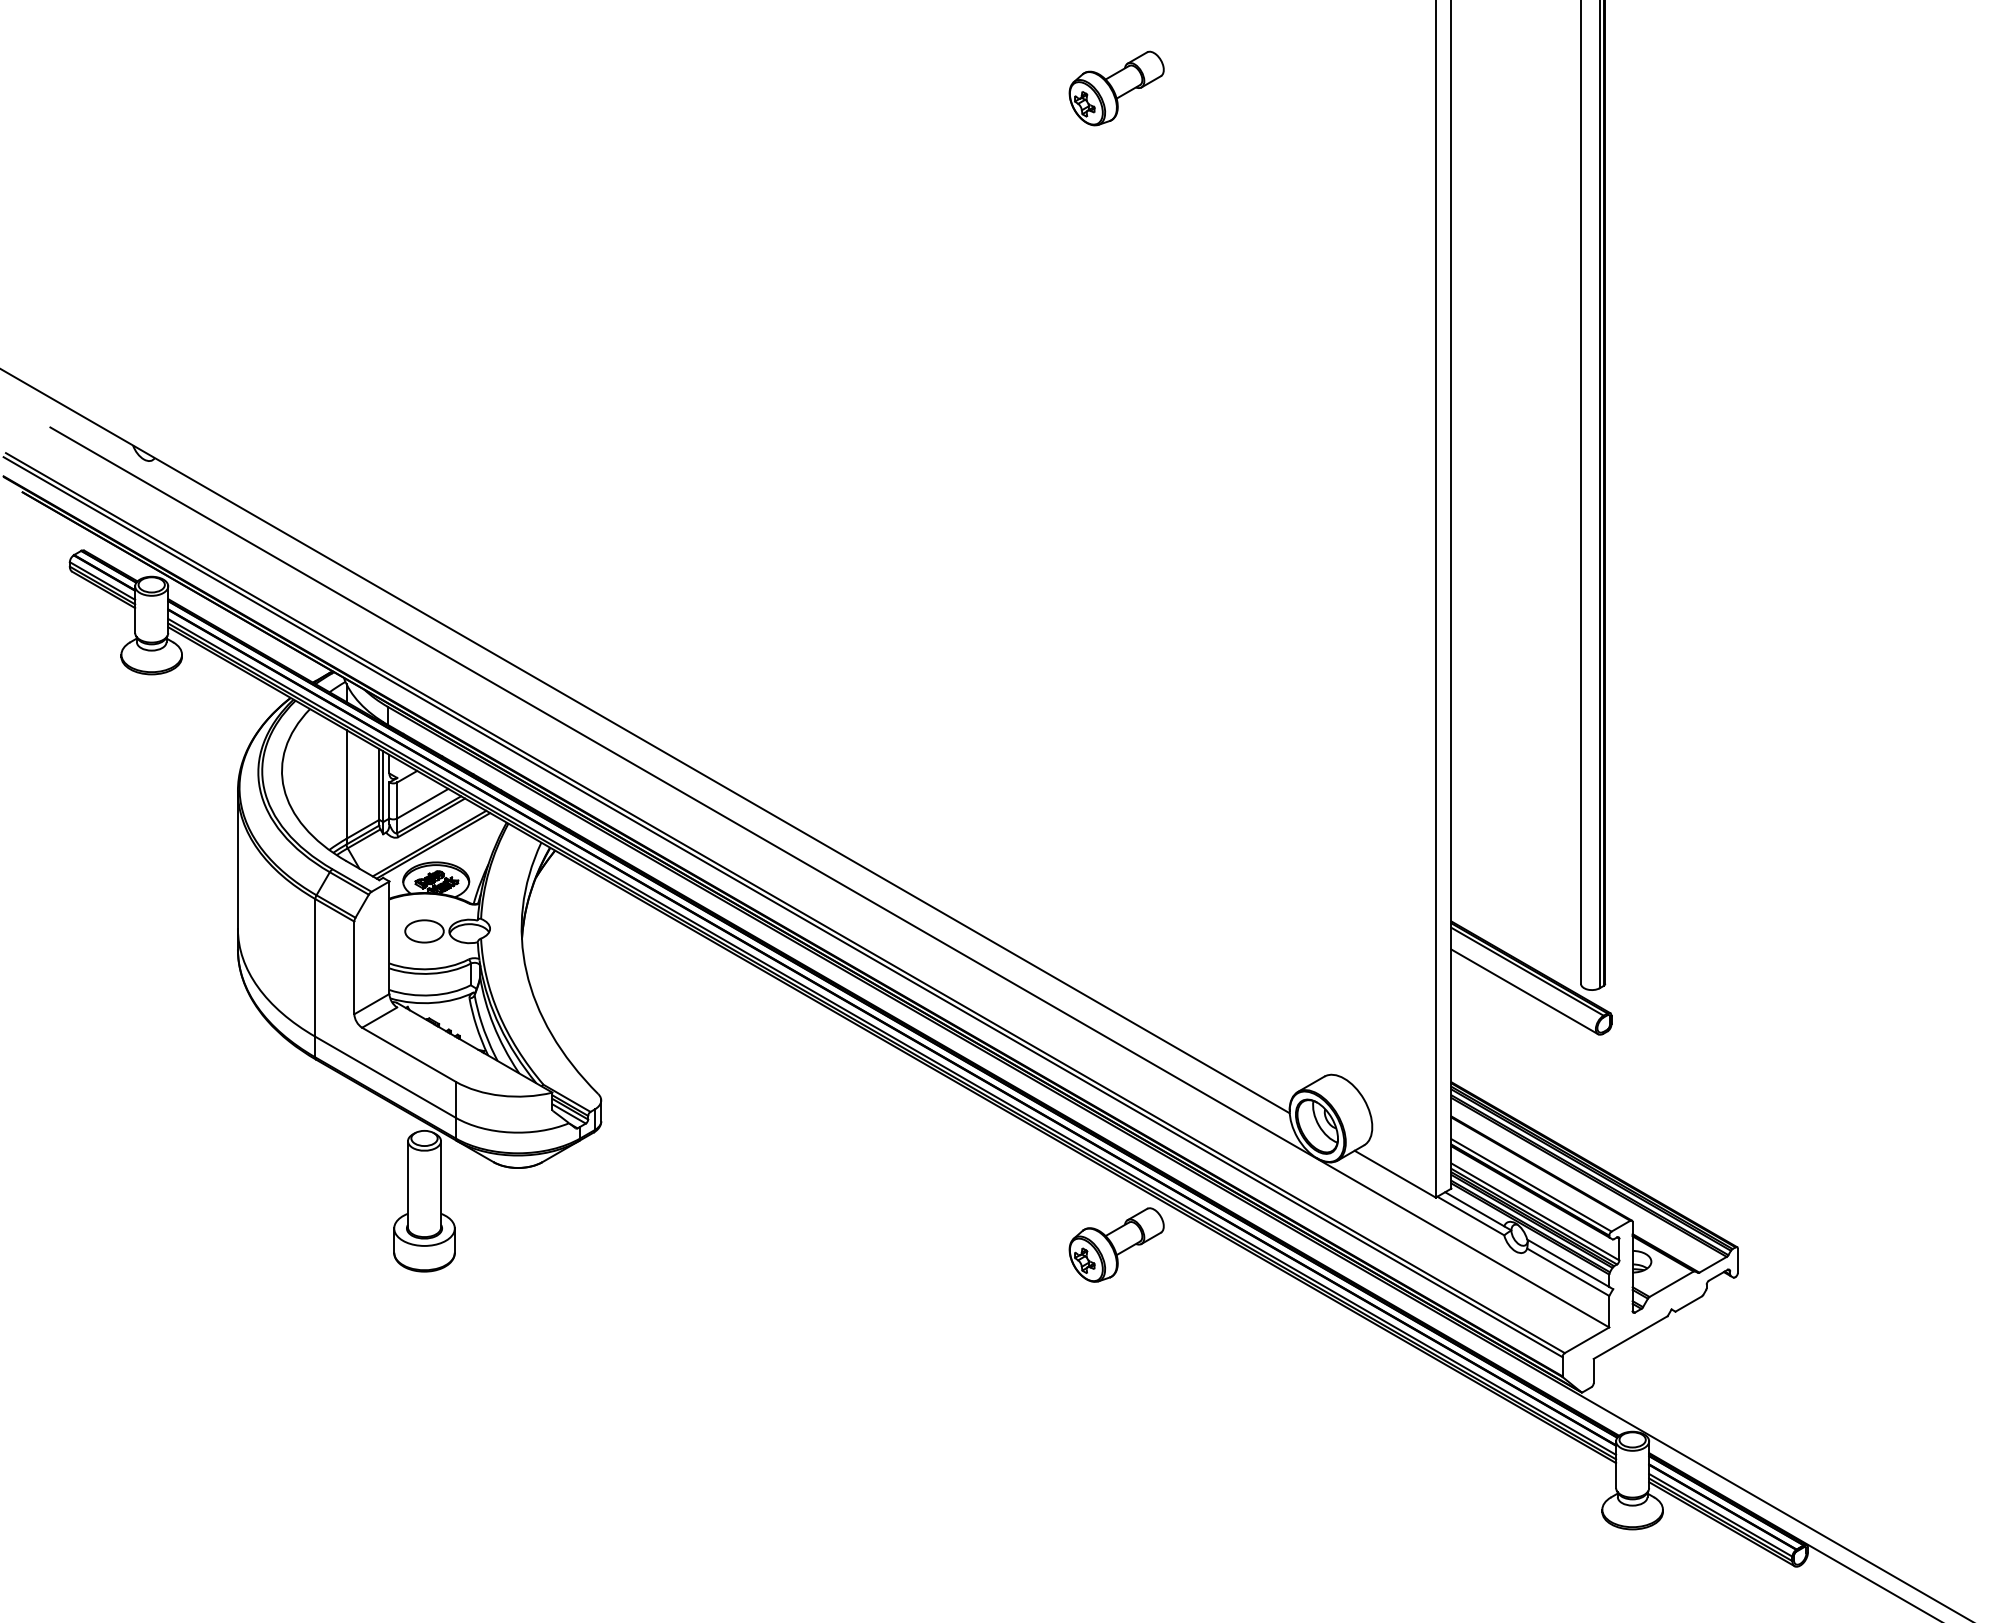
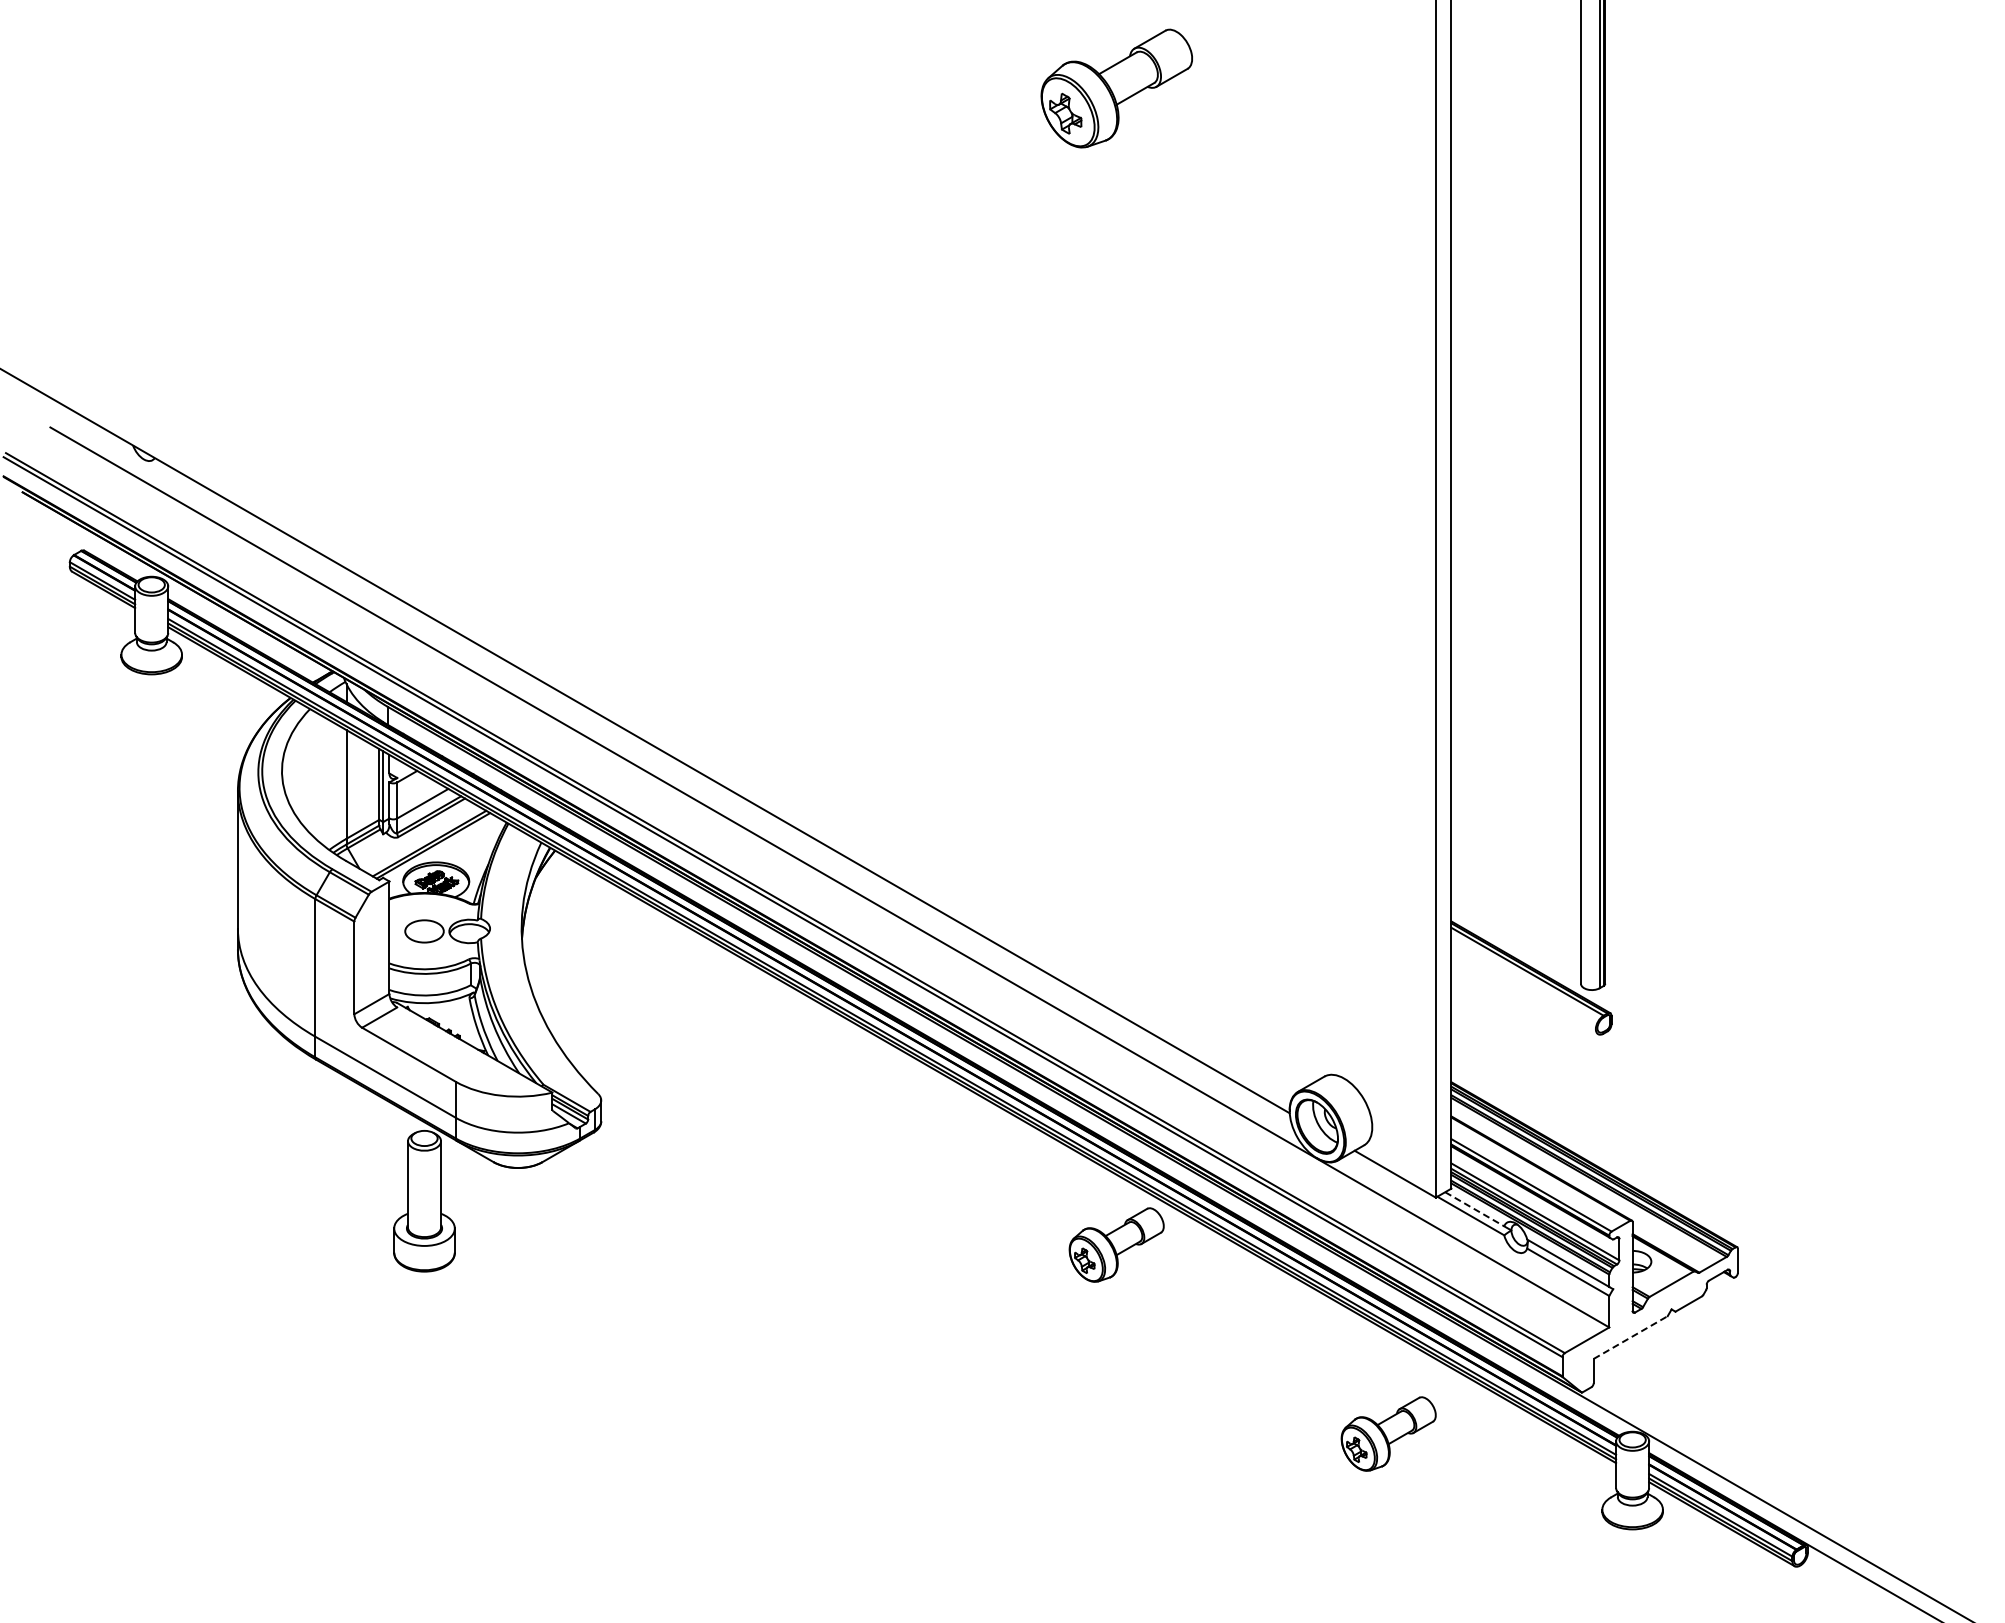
part at (1116, 88) size: 97x77 px -> 153x121 px
line at (1524, 991): present -> none
line at (1475, 1209): solid -> dashed
line at (1630, 1337): solid -> dashed
part at (1388, 1433): none -> present
